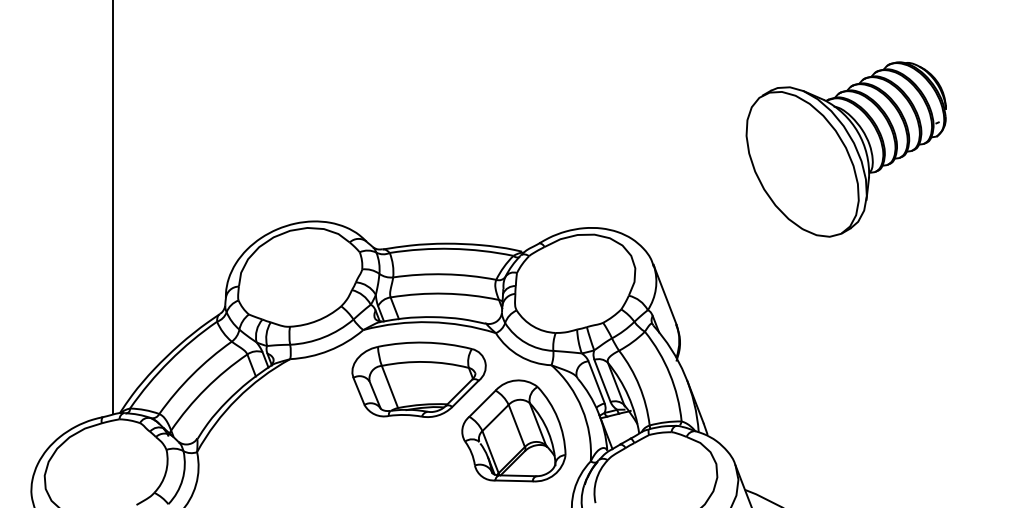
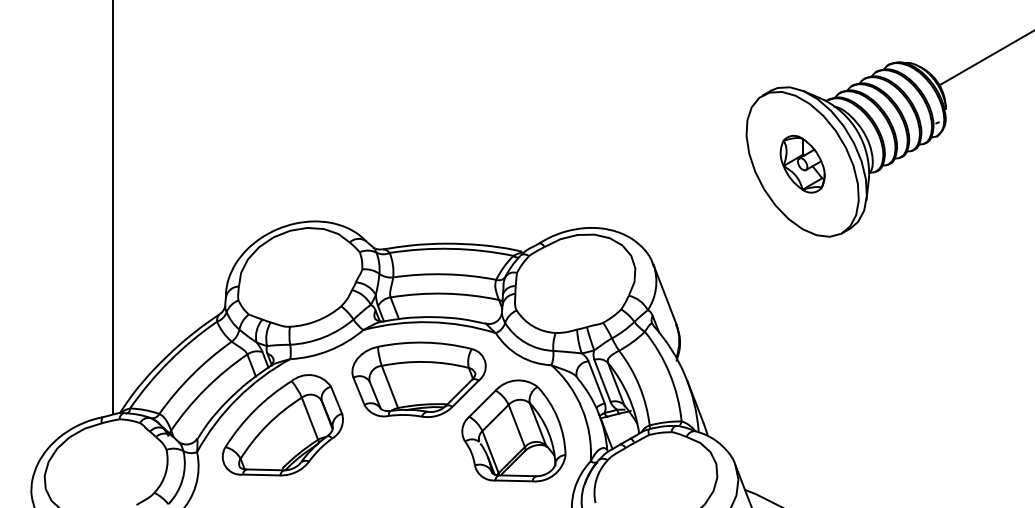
line at (985, 58): none -> present
part at (802, 164): none -> present
part at (282, 425): none -> present
